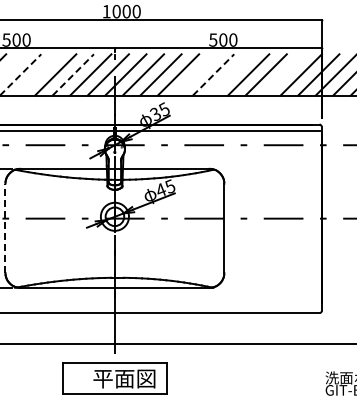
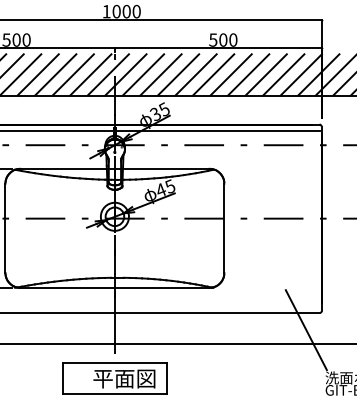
line at (12, 64): none -> present
line at (20, 74): dashed -> solid
line at (37, 74): none -> present
line at (73, 74): dashed -> solid
line at (195, 74): none -> present
line at (213, 74): dashed -> solid
line at (230, 74): none -> present
line at (283, 74): none -> present
line at (5, 228): dashed -> solid
line at (305, 330): none -> present
